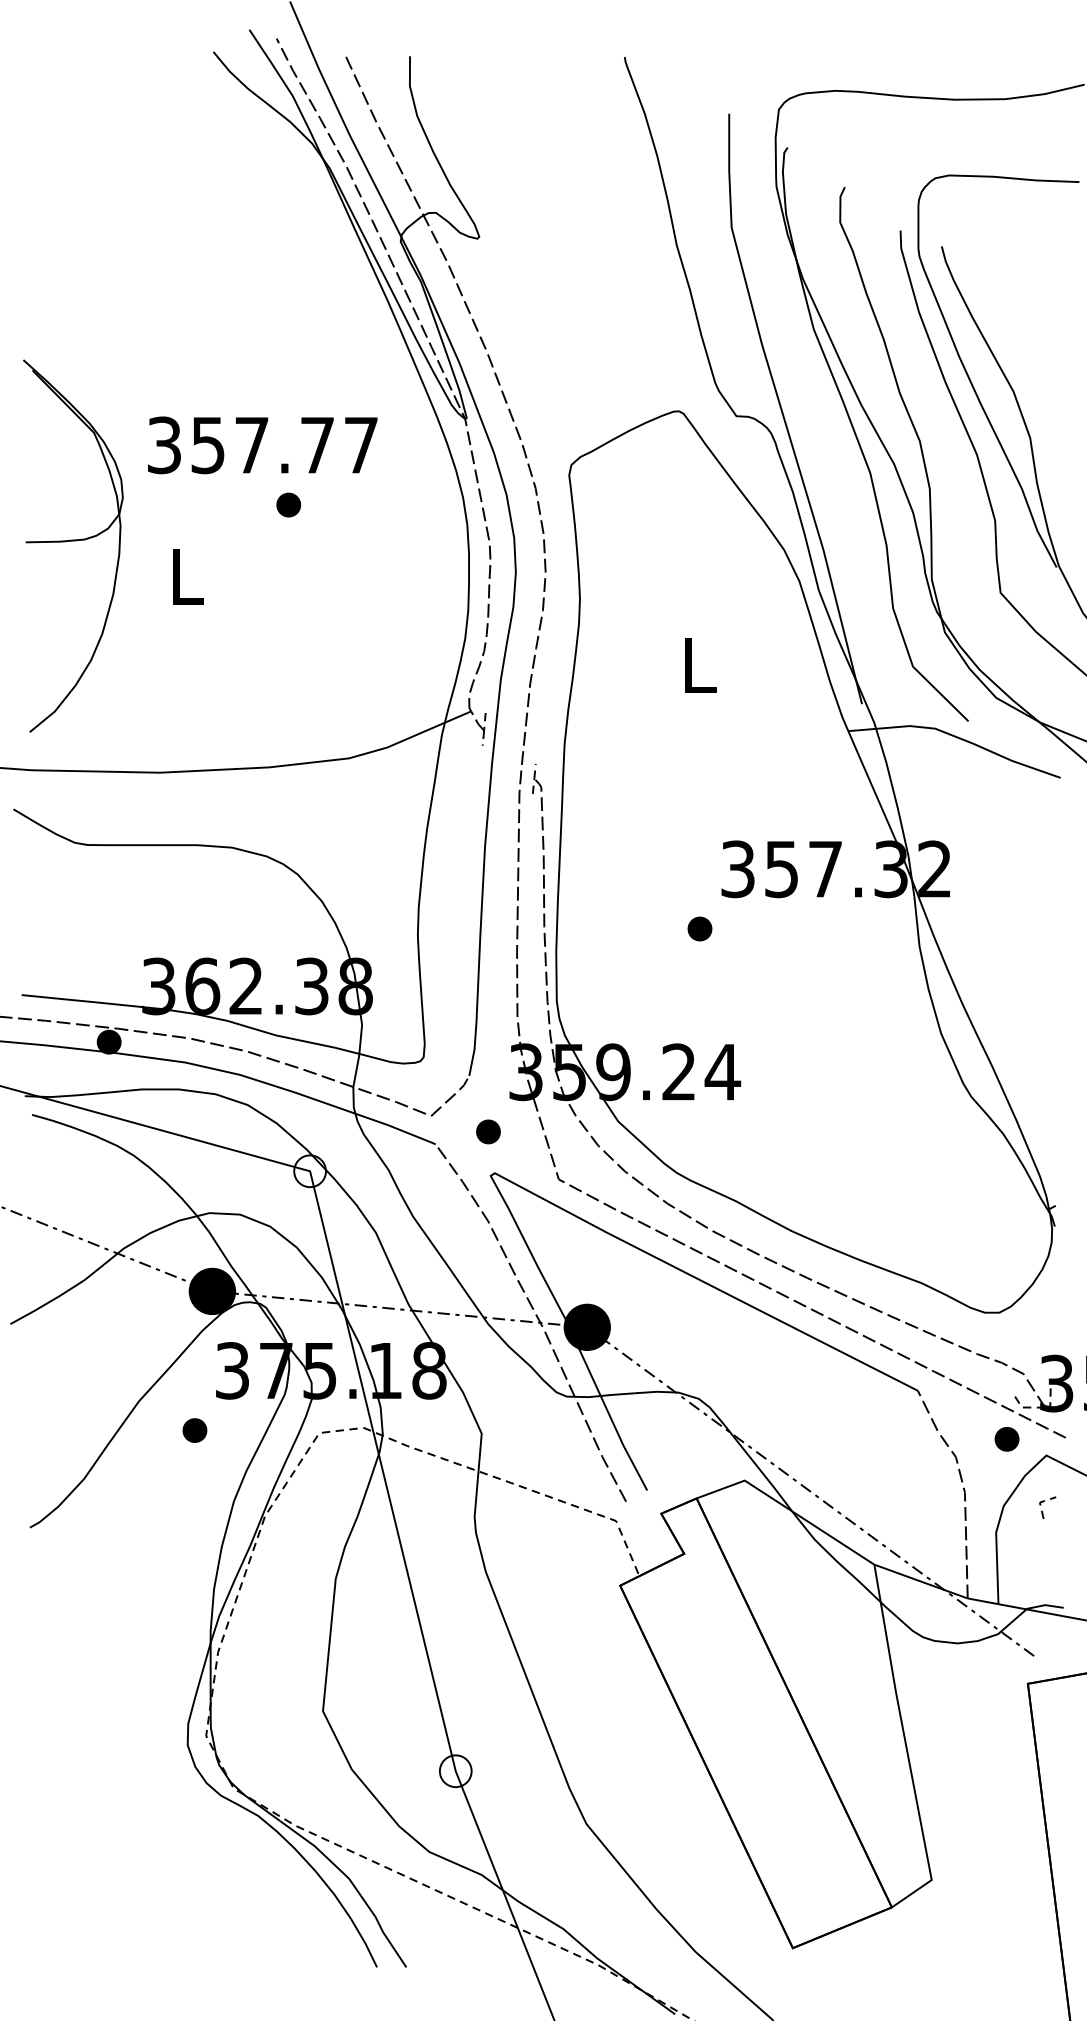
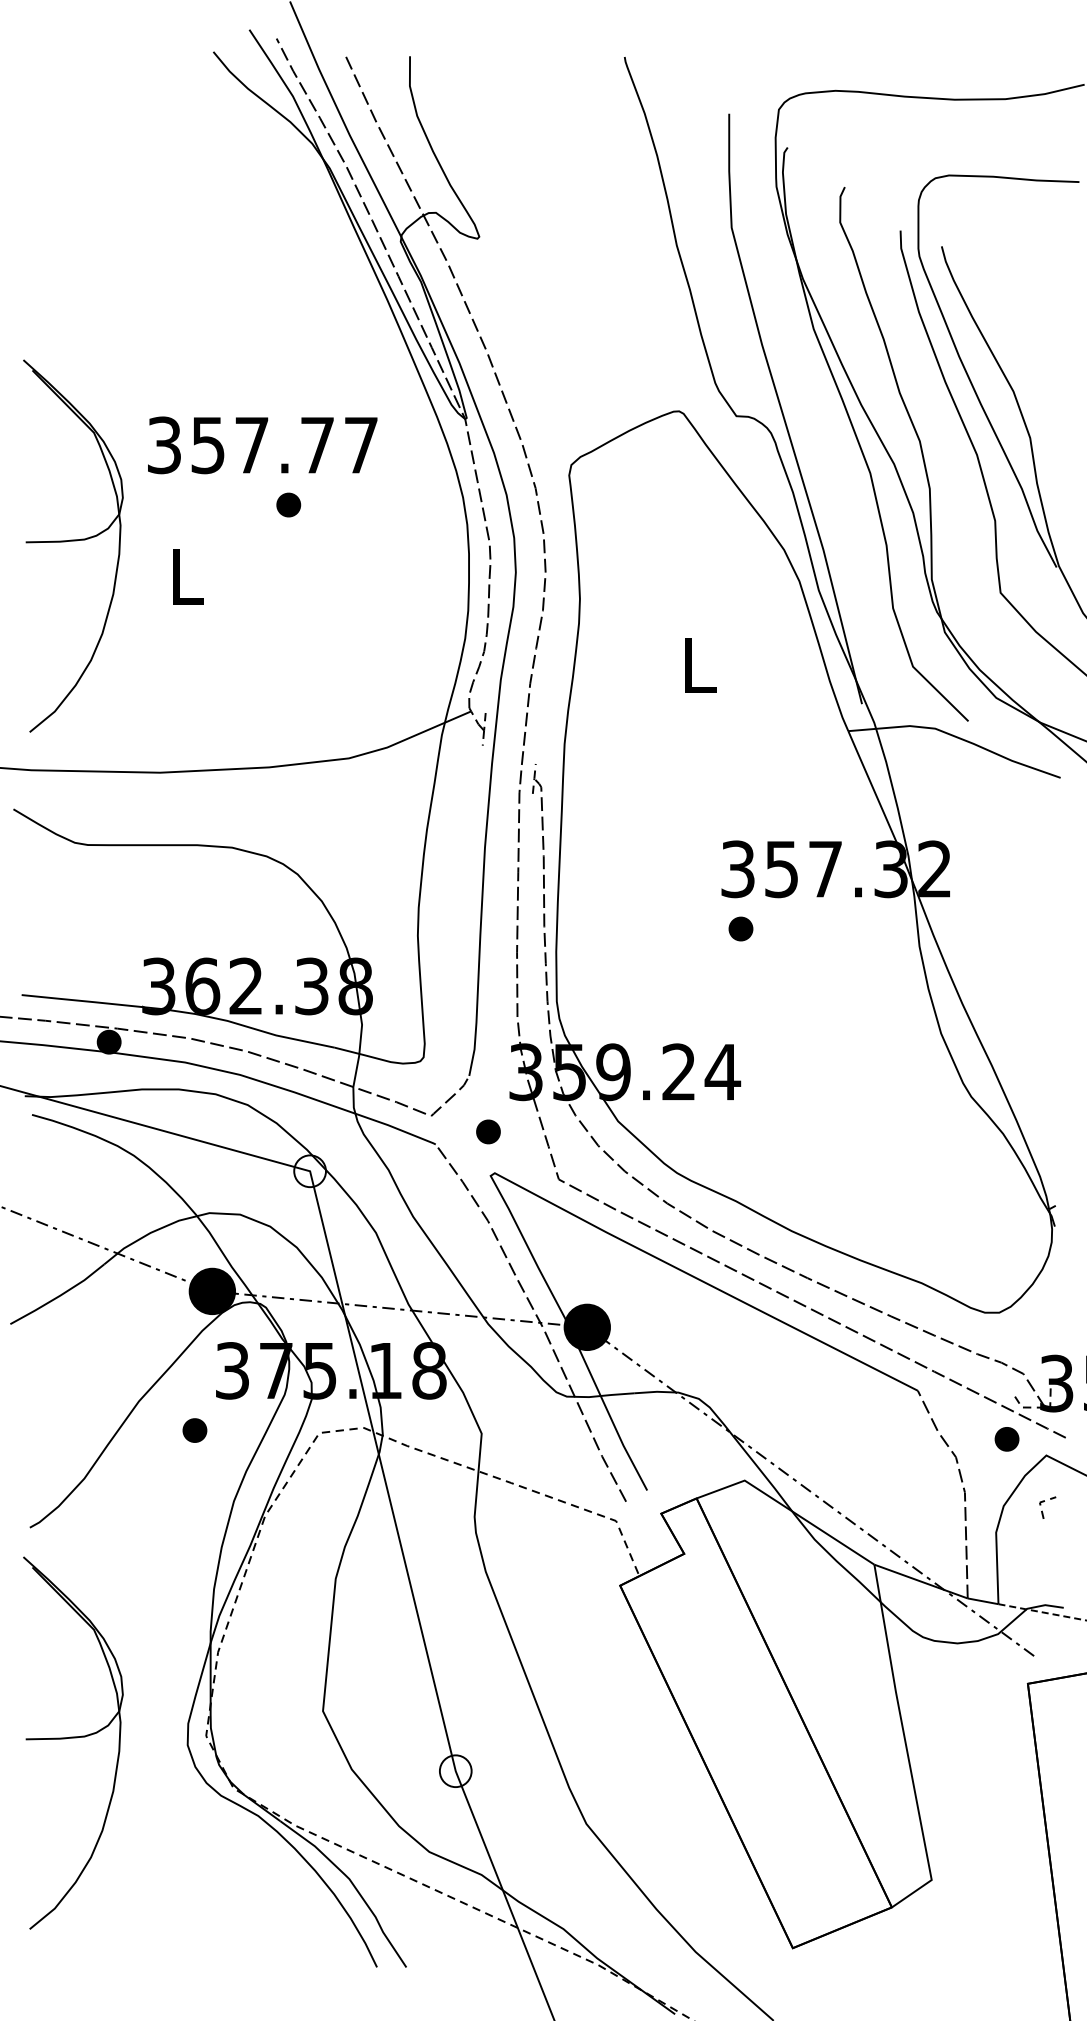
part at (699, 928) position: (699, 928) -> (740, 928)
line at (1042, 1612): solid -> dashed
part at (73, 1742): none -> present
